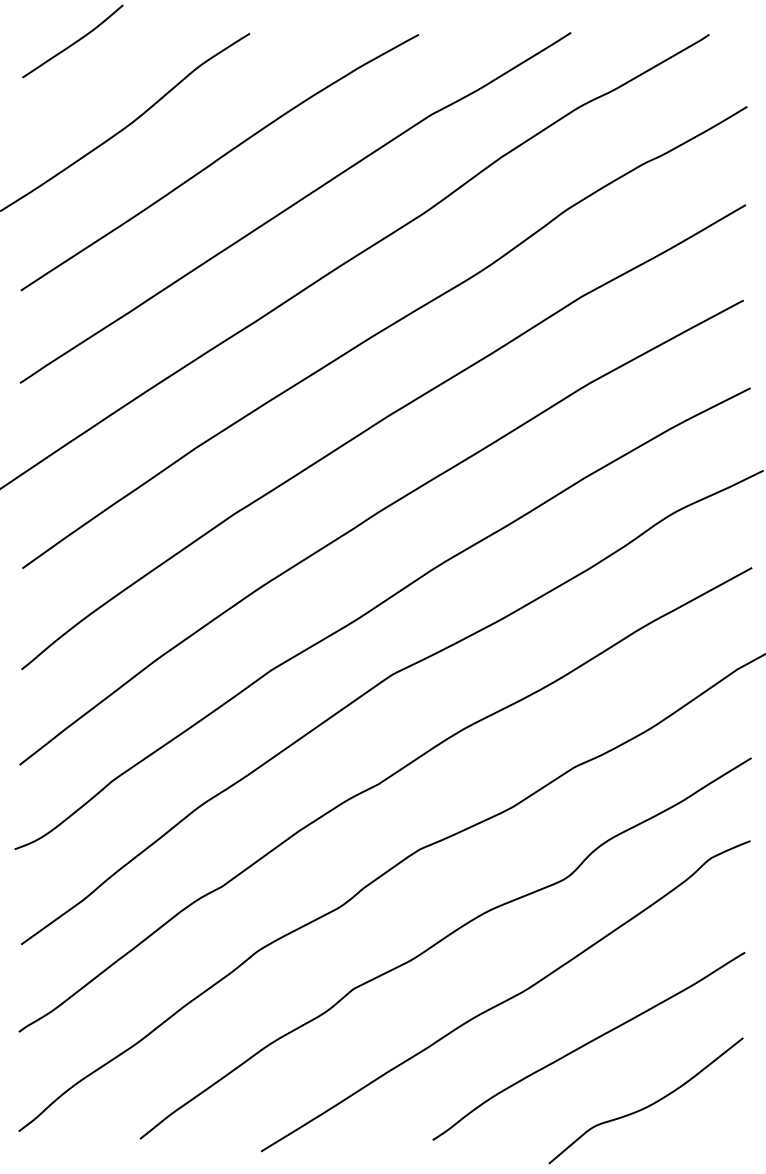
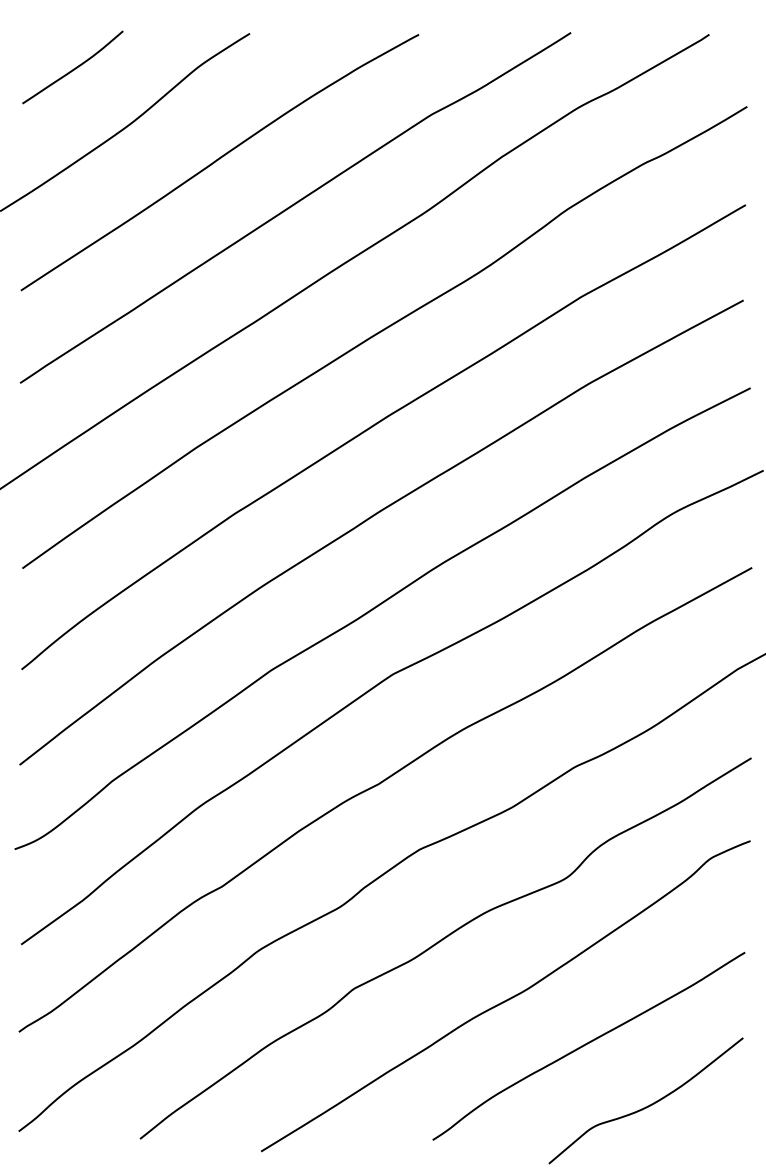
curve at (73, 42) position: (73, 42) -> (73, 68)
